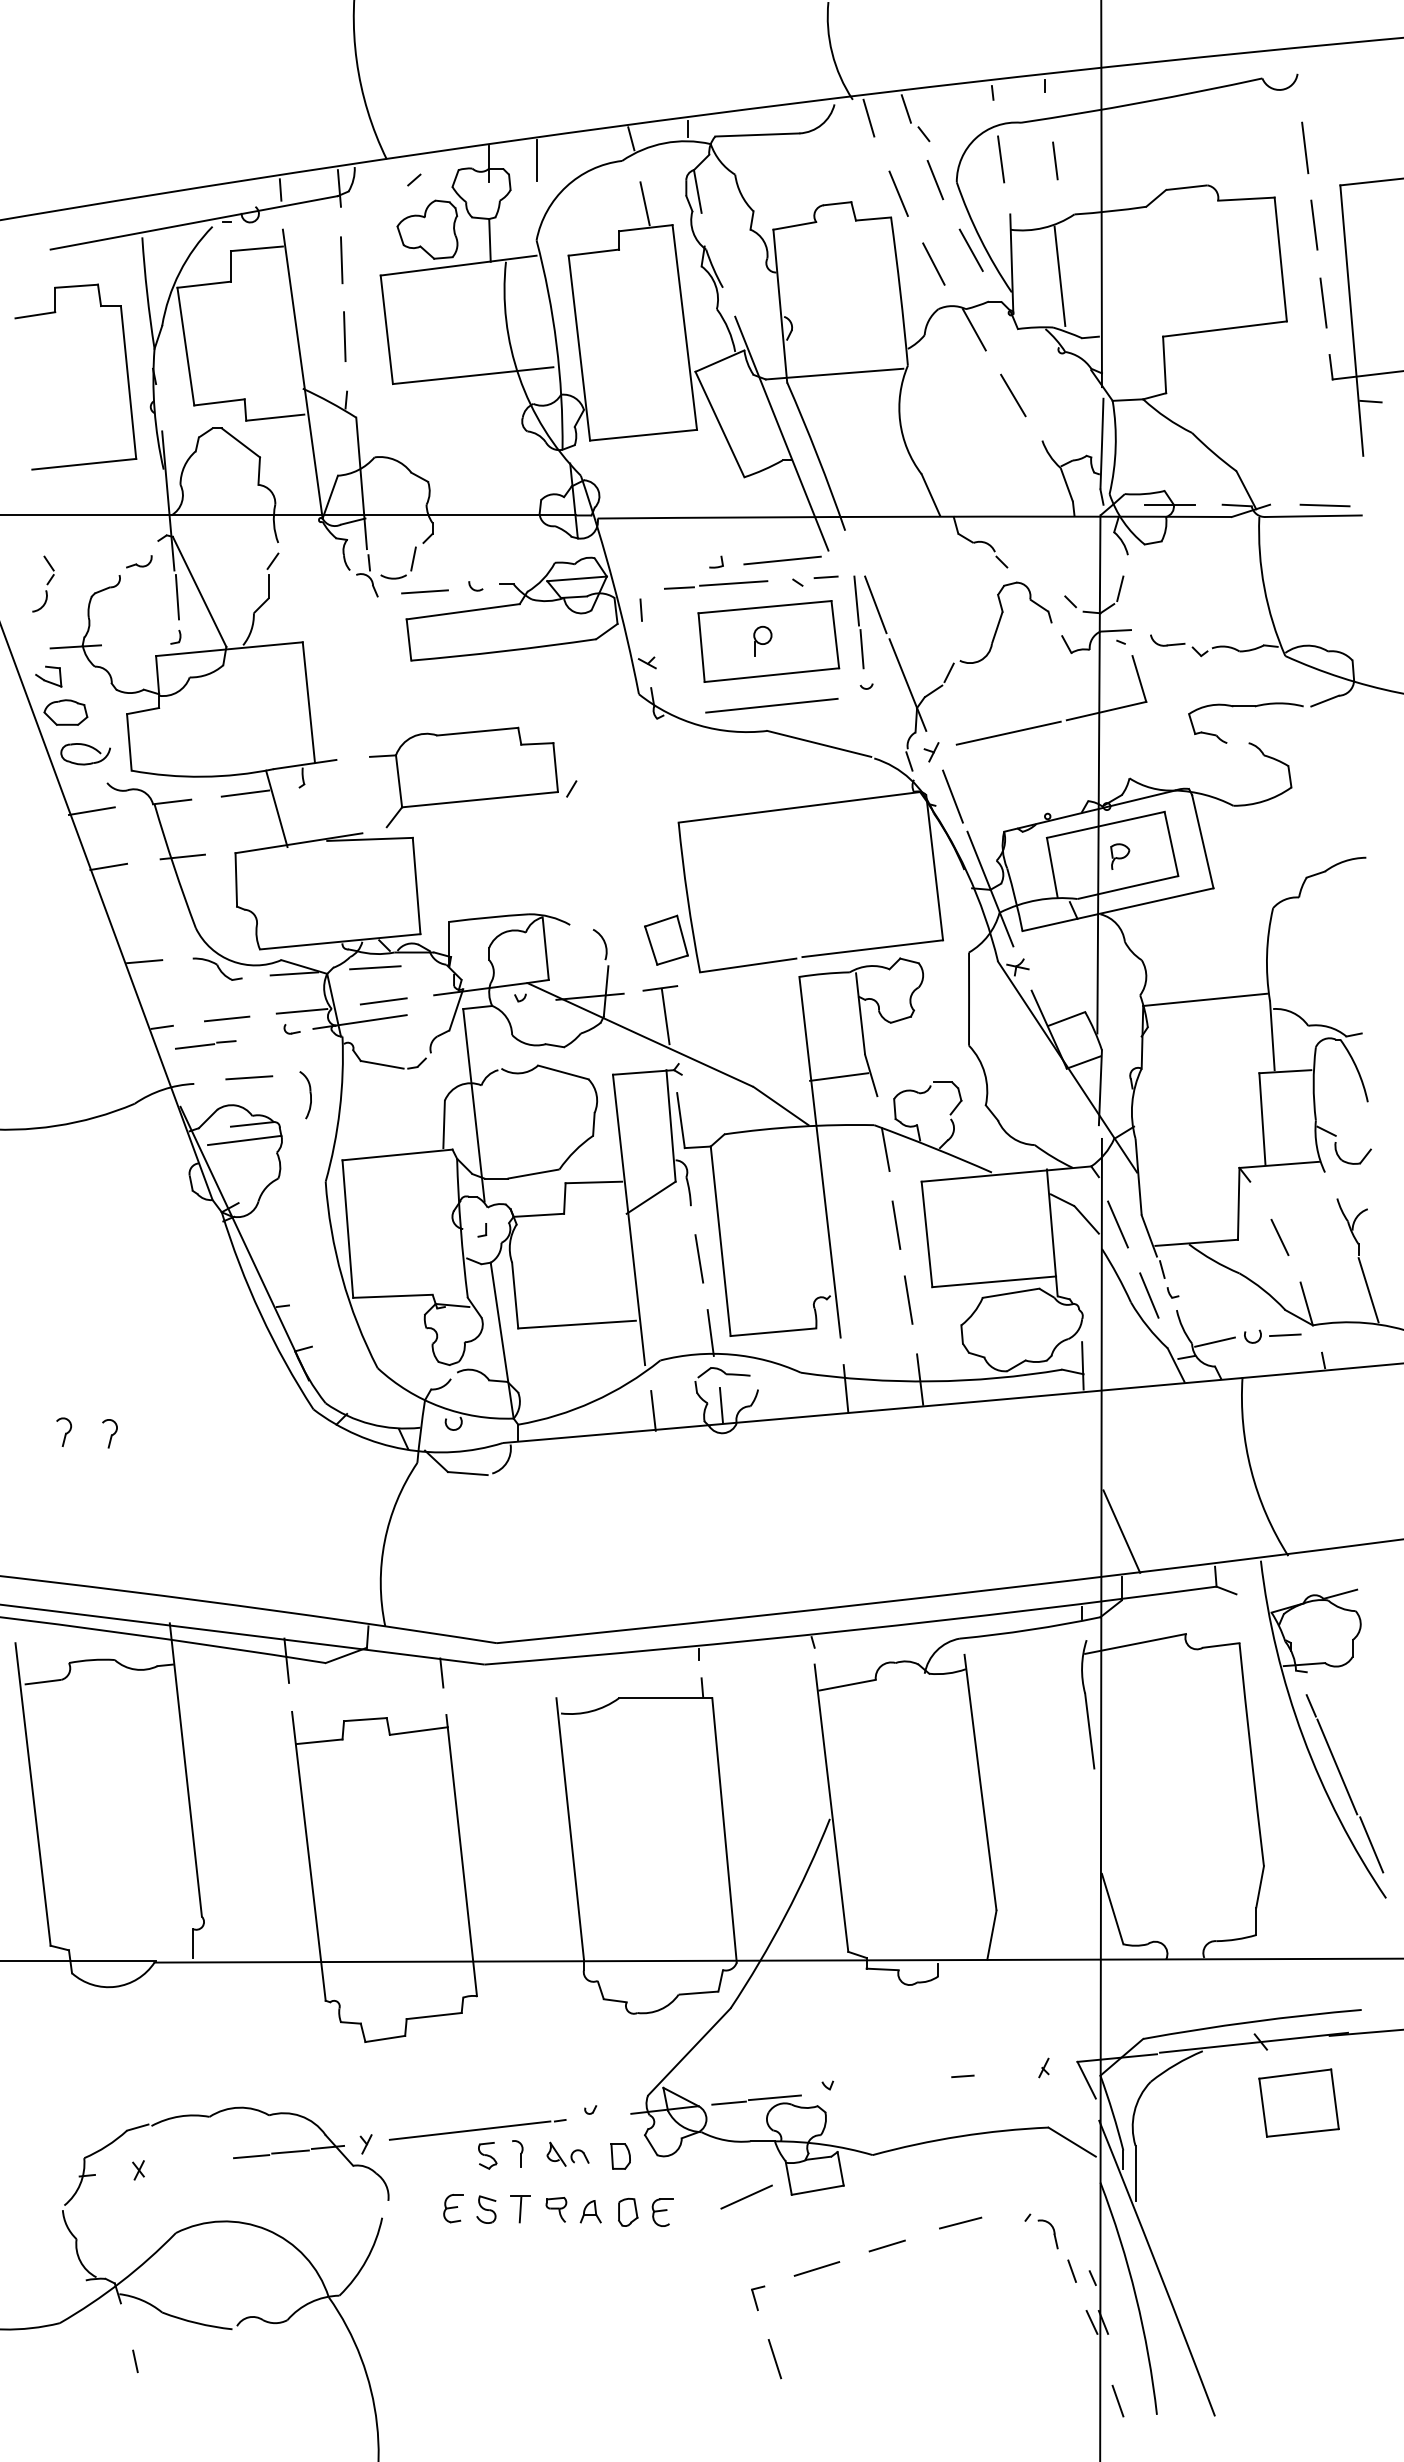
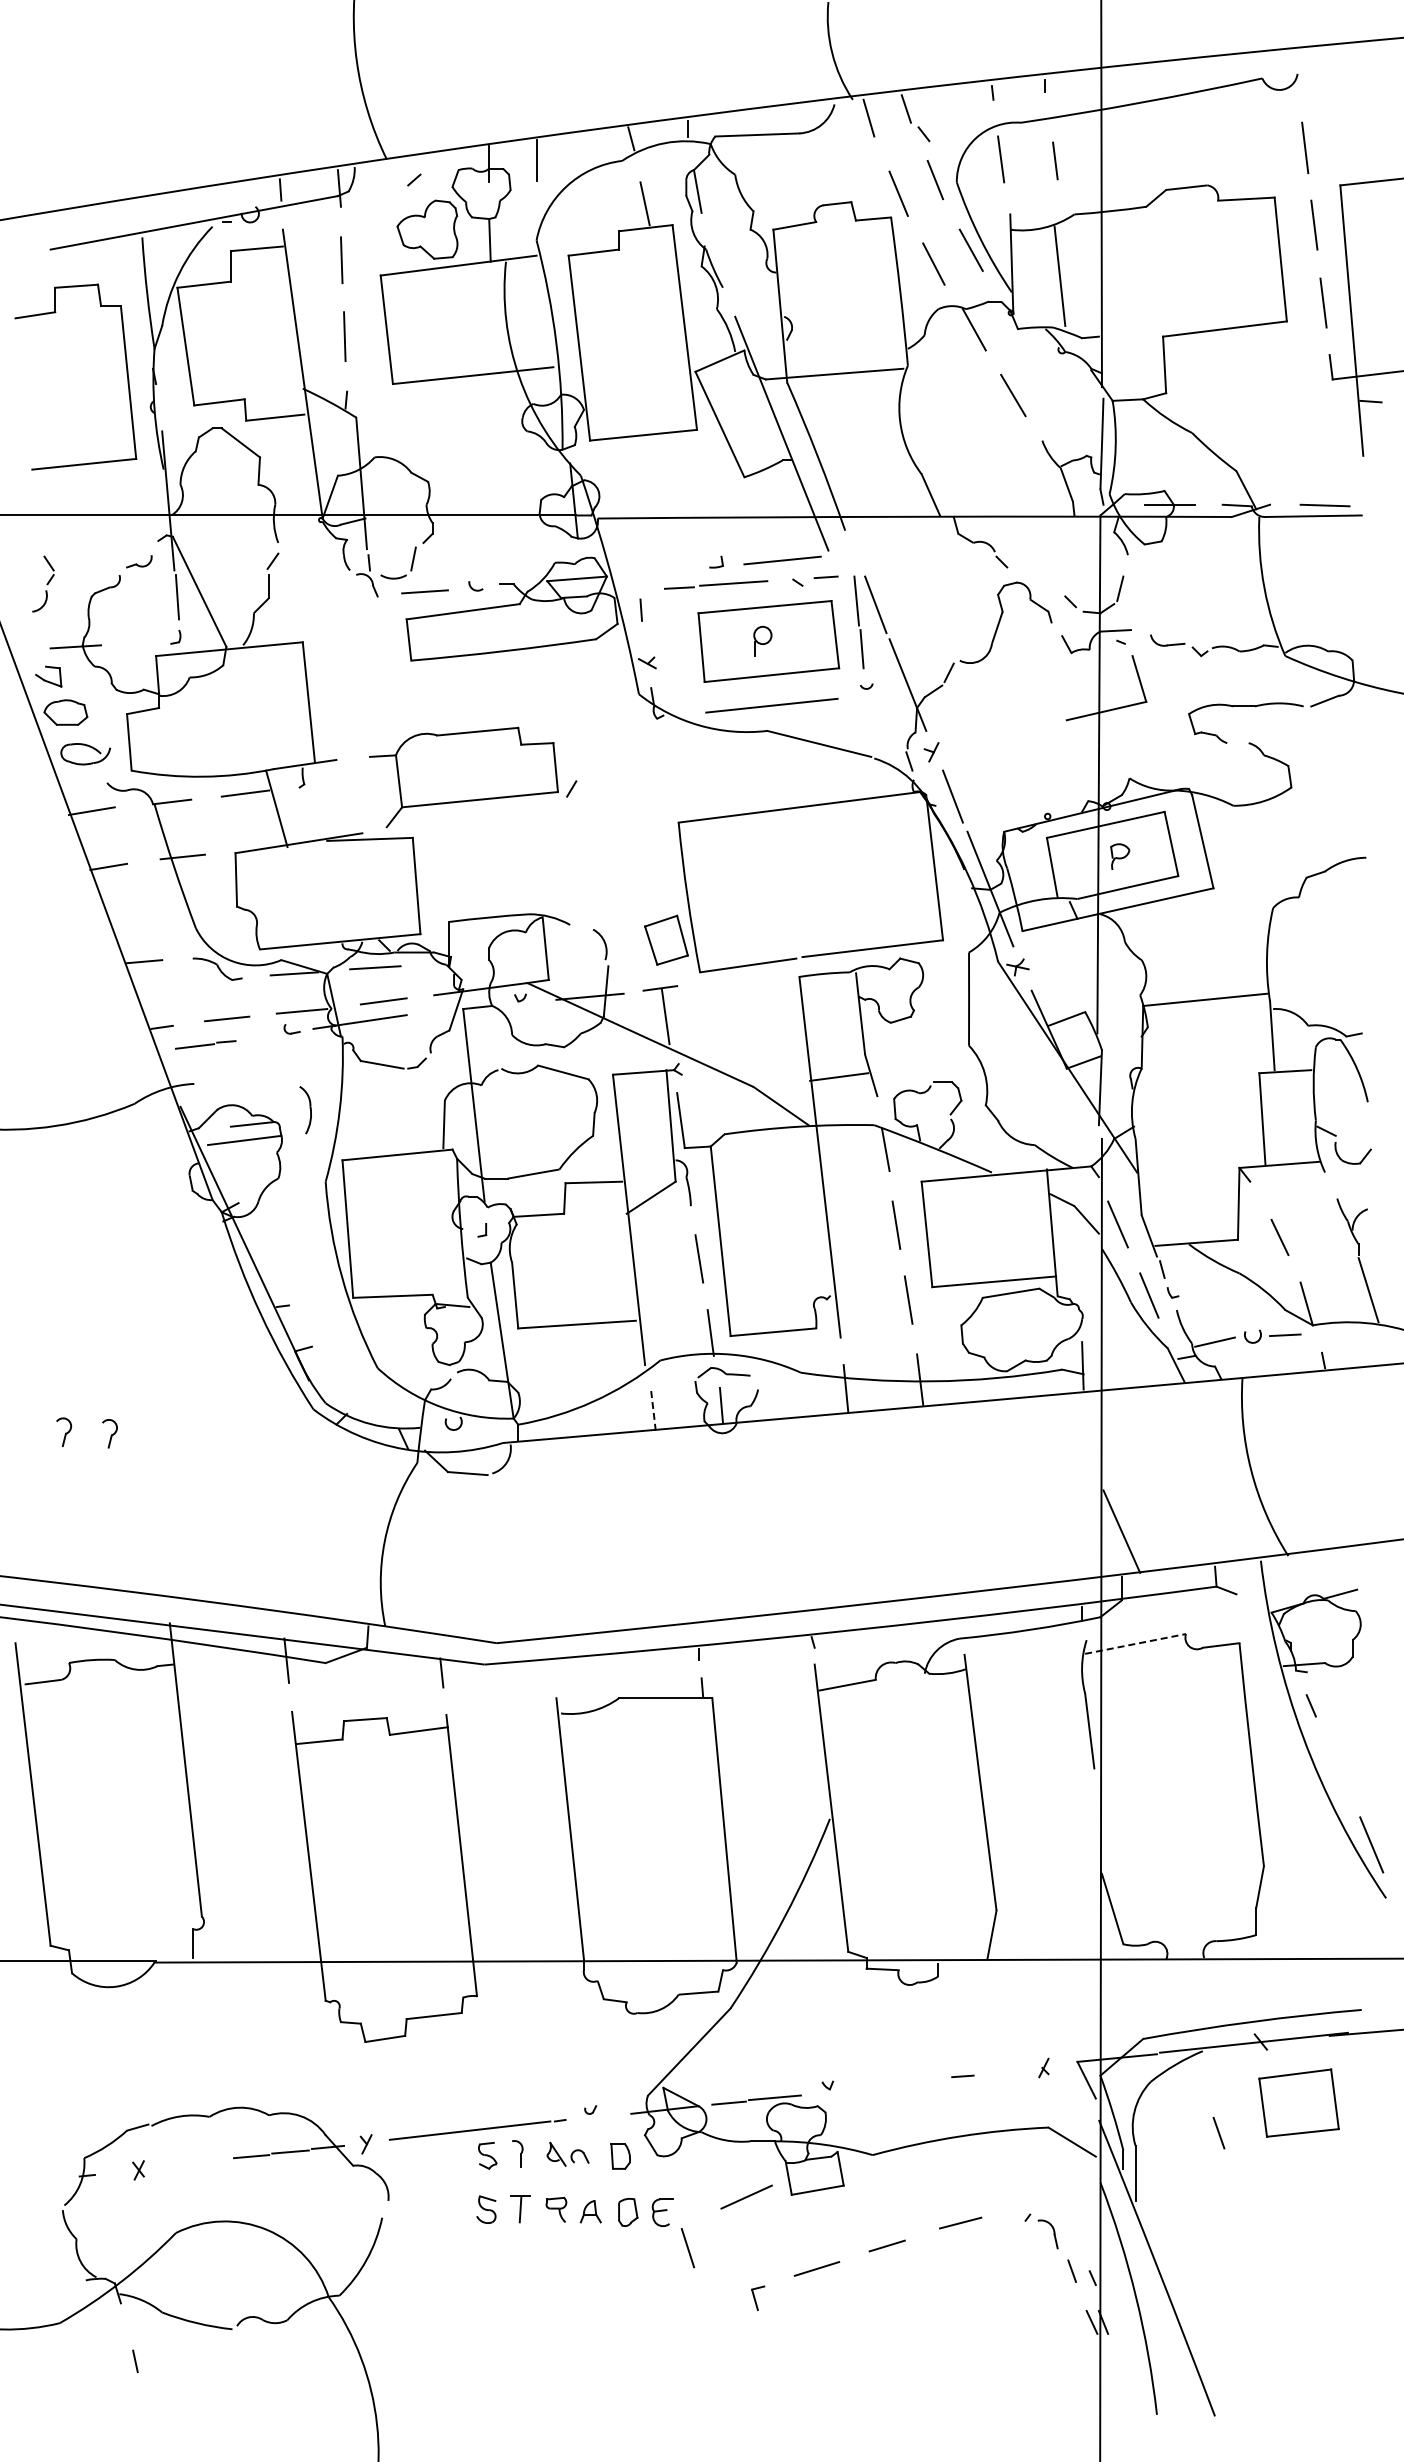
line at (1008, 732): present -> none
line at (249, 1077): present -> none
part at (305, 1095) position: (305, 1095) -> (305, 1110)
line at (653, 1410): solid -> dashed
line at (1136, 1643): solid -> dashed
line at (1337, 1766): present -> none
part at (453, 2208): present -> none
line at (774, 2359) position: (774, 2359) -> (687, 2248)
line at (1117, 2401) position: (1117, 2401) -> (1218, 2133)
